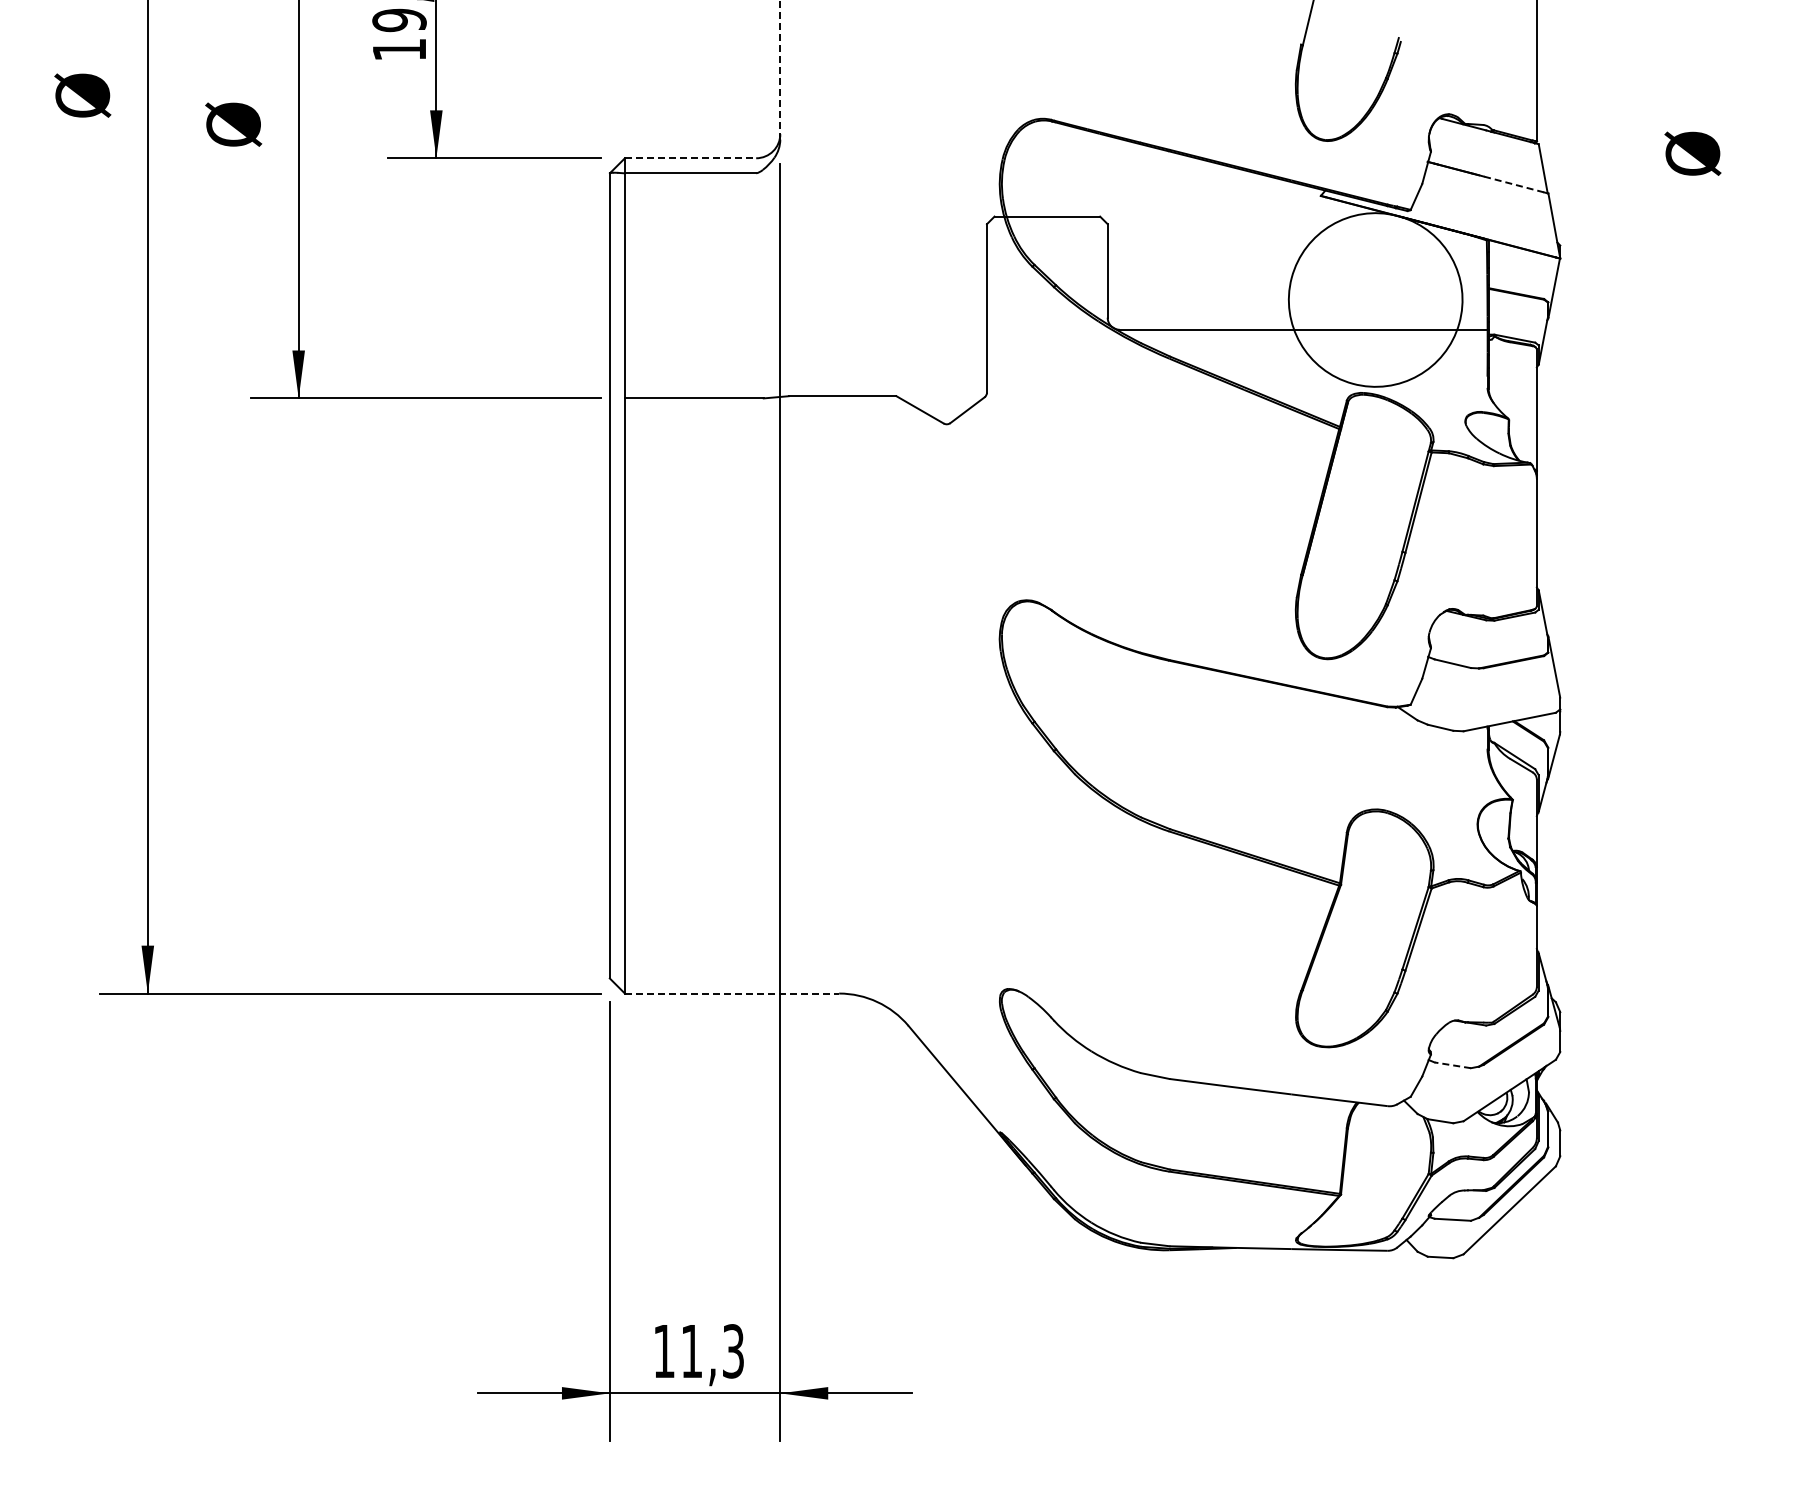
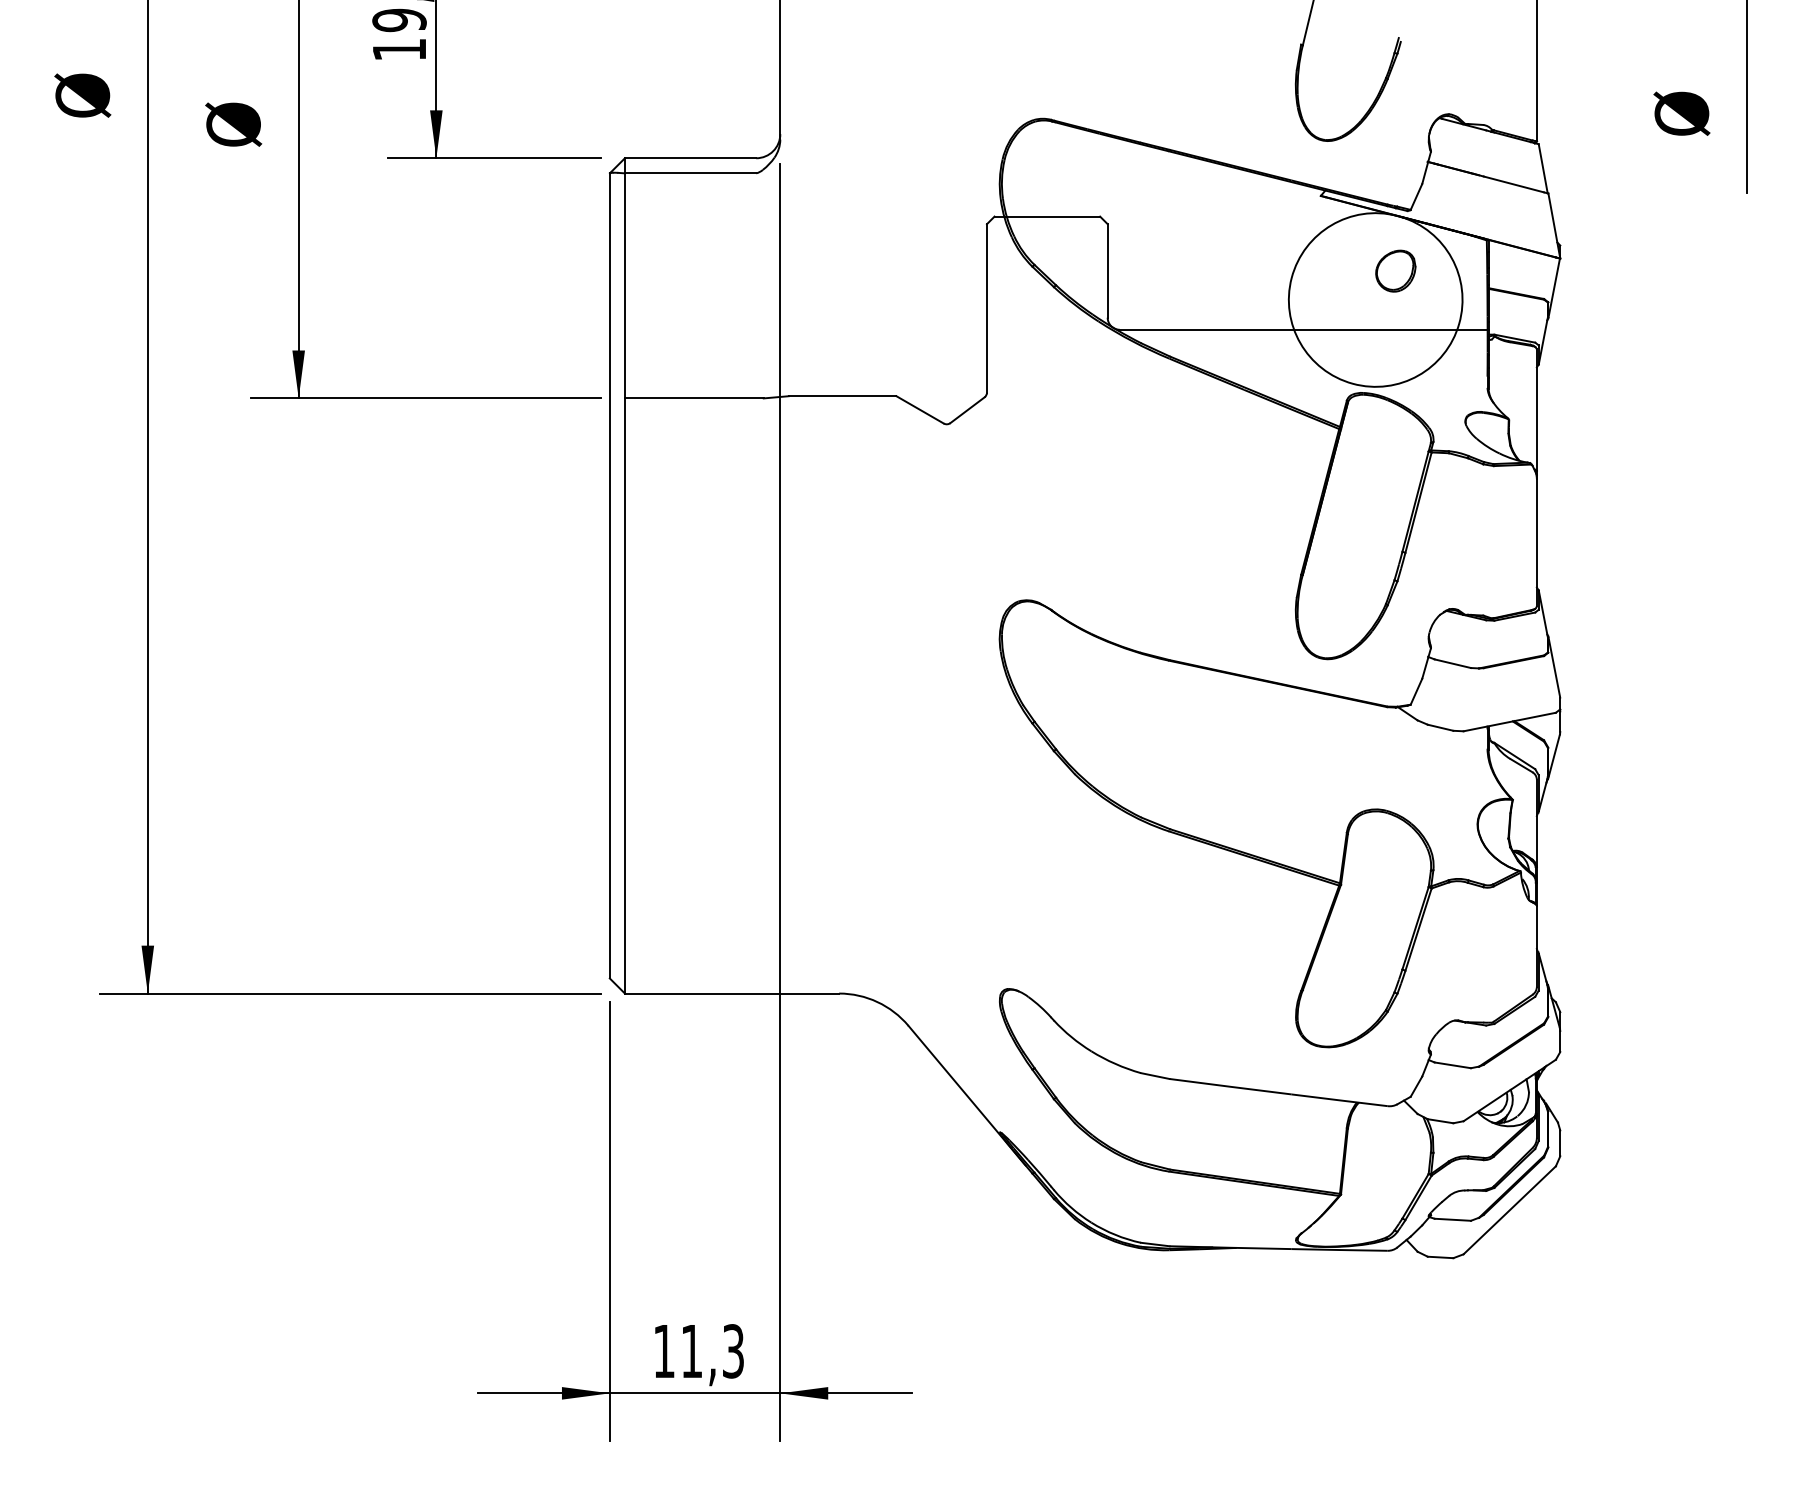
line at (780, 69): dashed -> solid
line at (1746, 97): none -> present
text at (1692, 153) position: (1692, 153) -> (1681, 113)
line at (690, 158): dashed -> solid
line at (1513, 184): dashed -> solid
part at (1395, 270): none -> present
line at (732, 993): dashed -> solid
line at (1452, 1065): dashed -> solid
